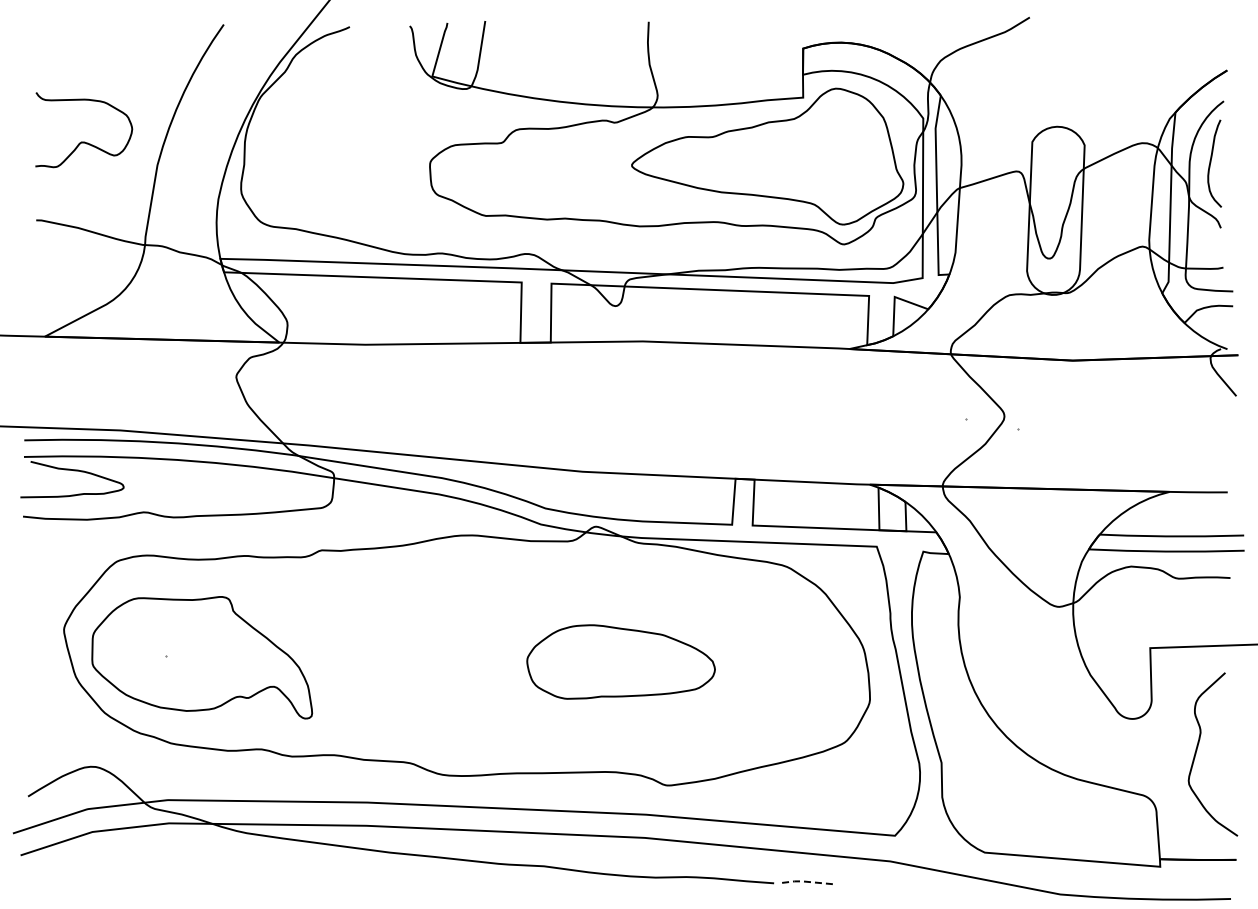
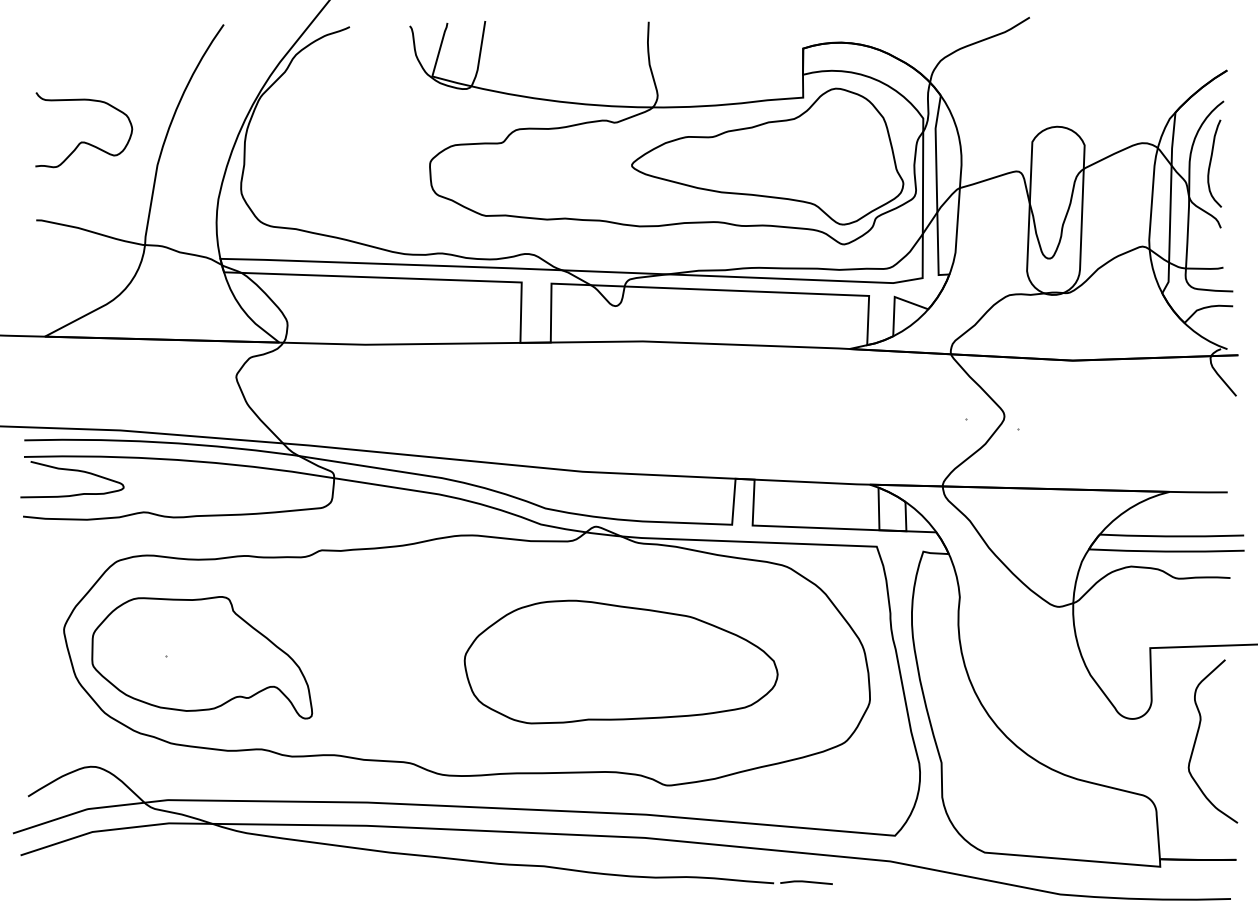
part at (620, 661) size: 190x76 px -> 316x126 px
curve at (1197, 750) position: (1197, 750) -> (1197, 737)
line at (805, 881): dashed -> solid
